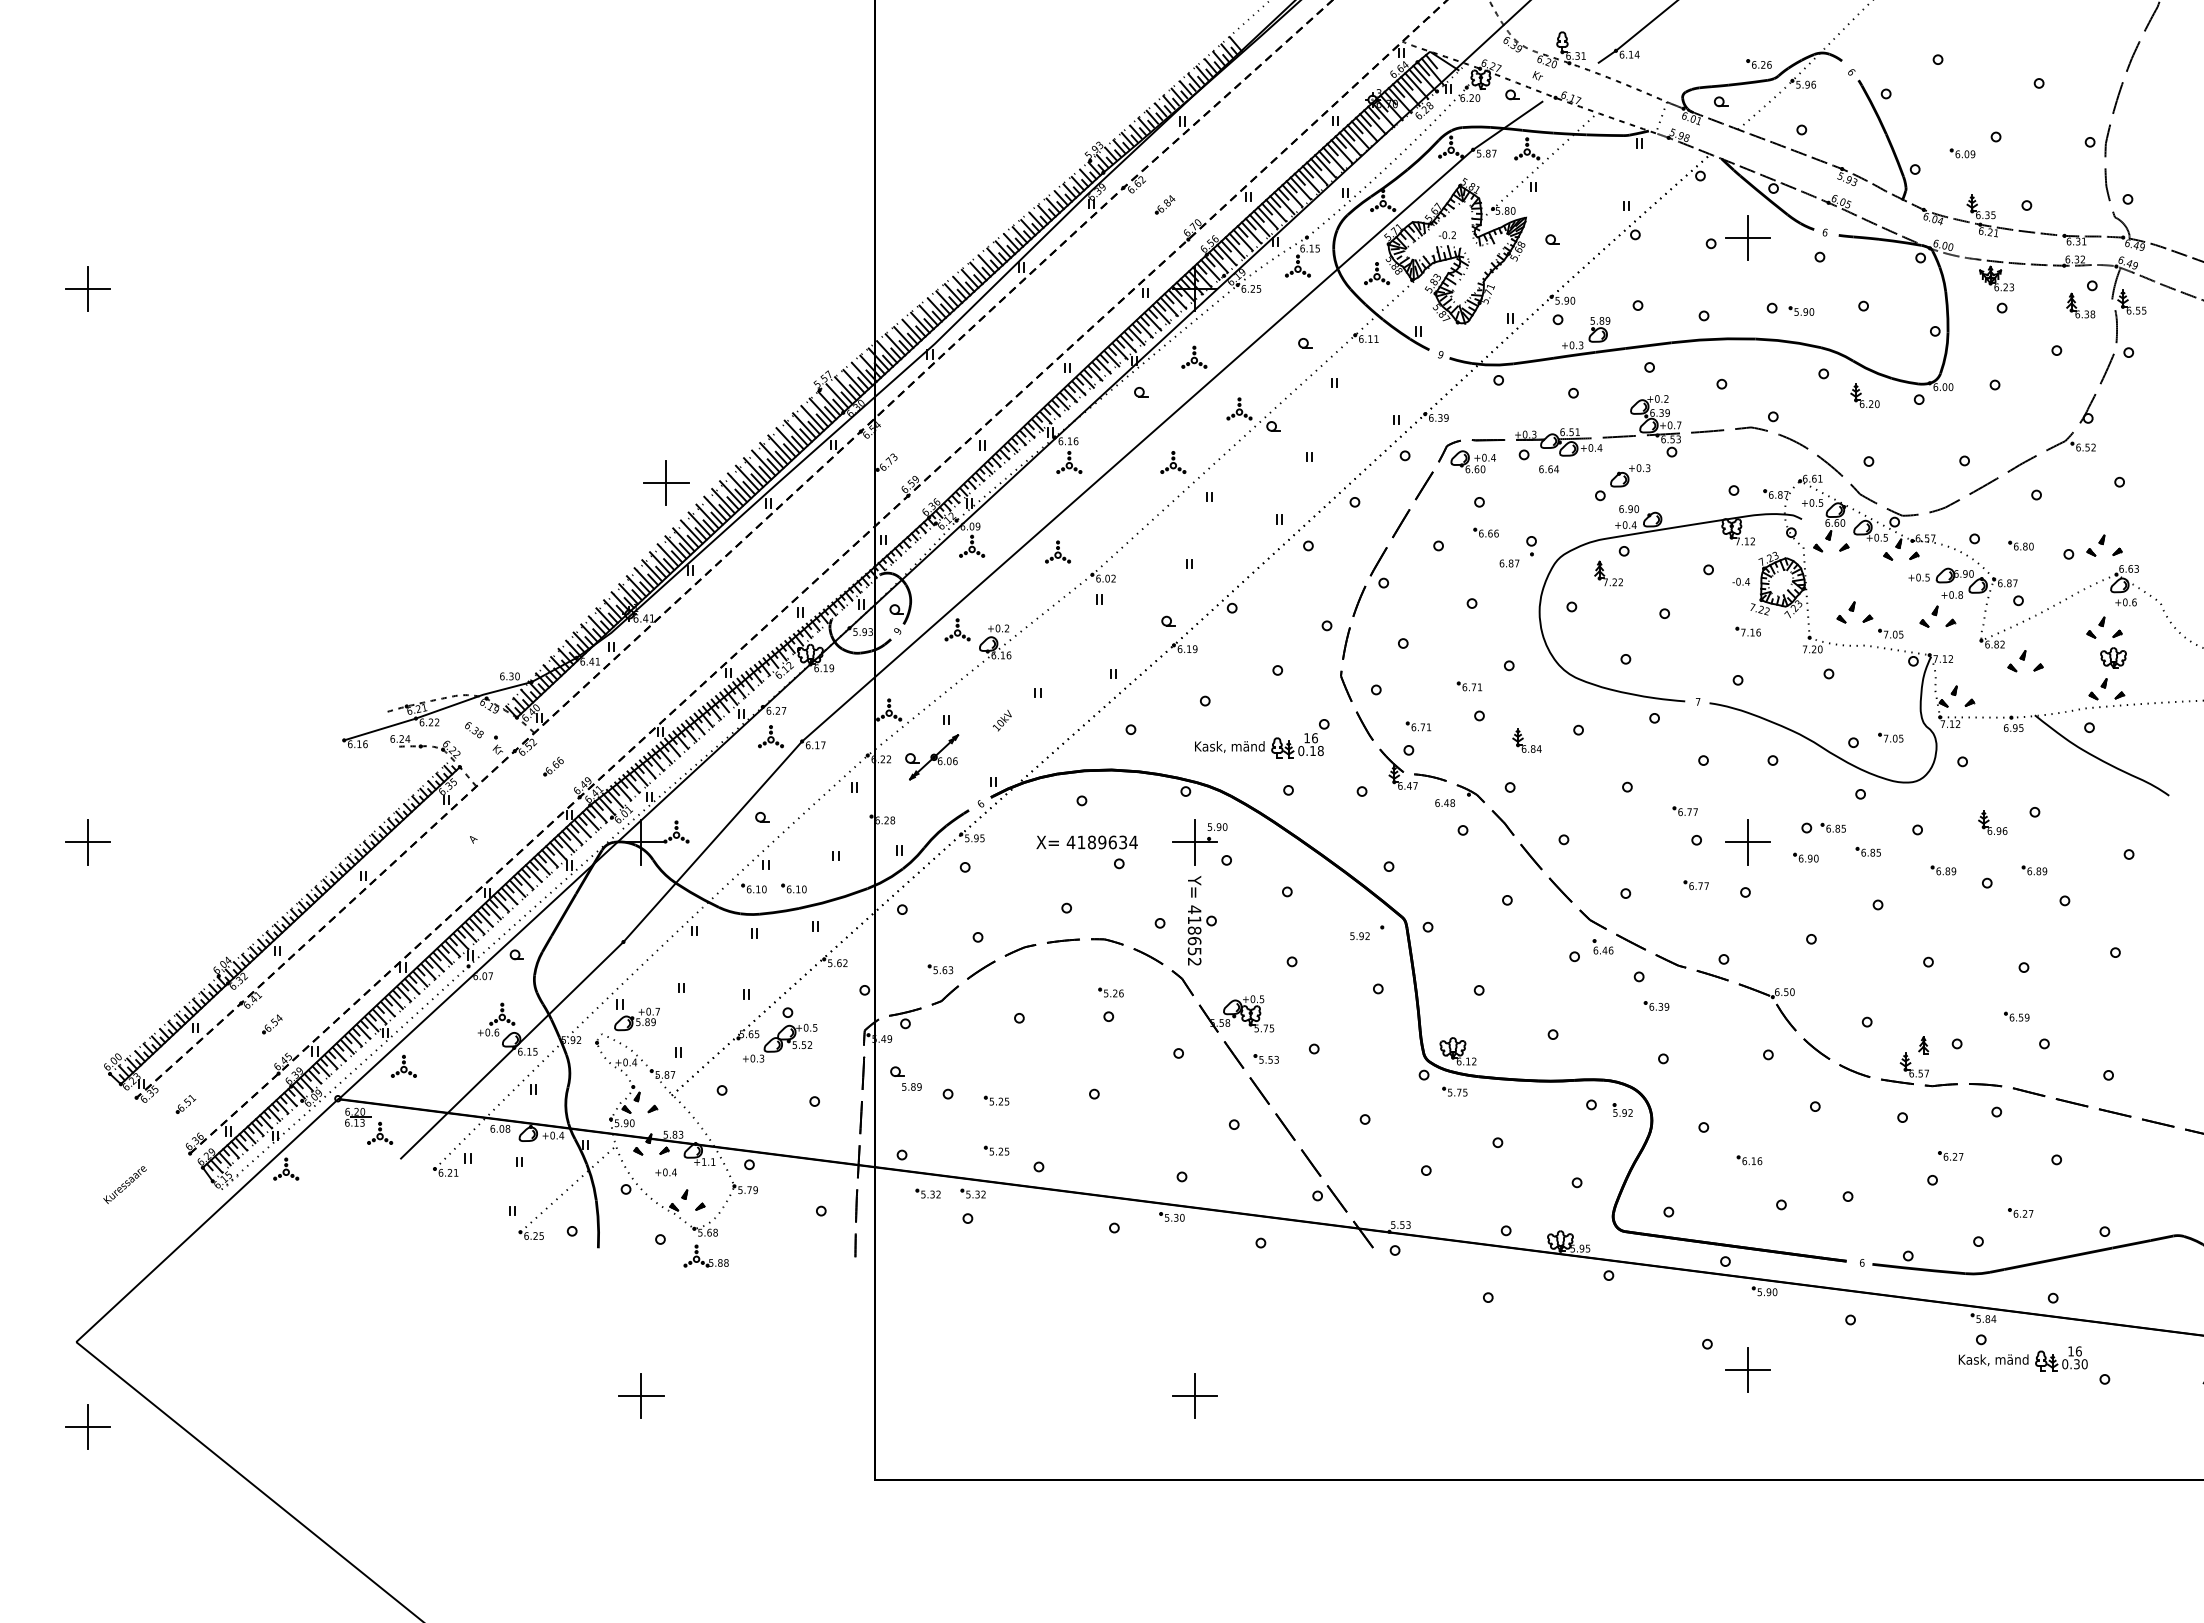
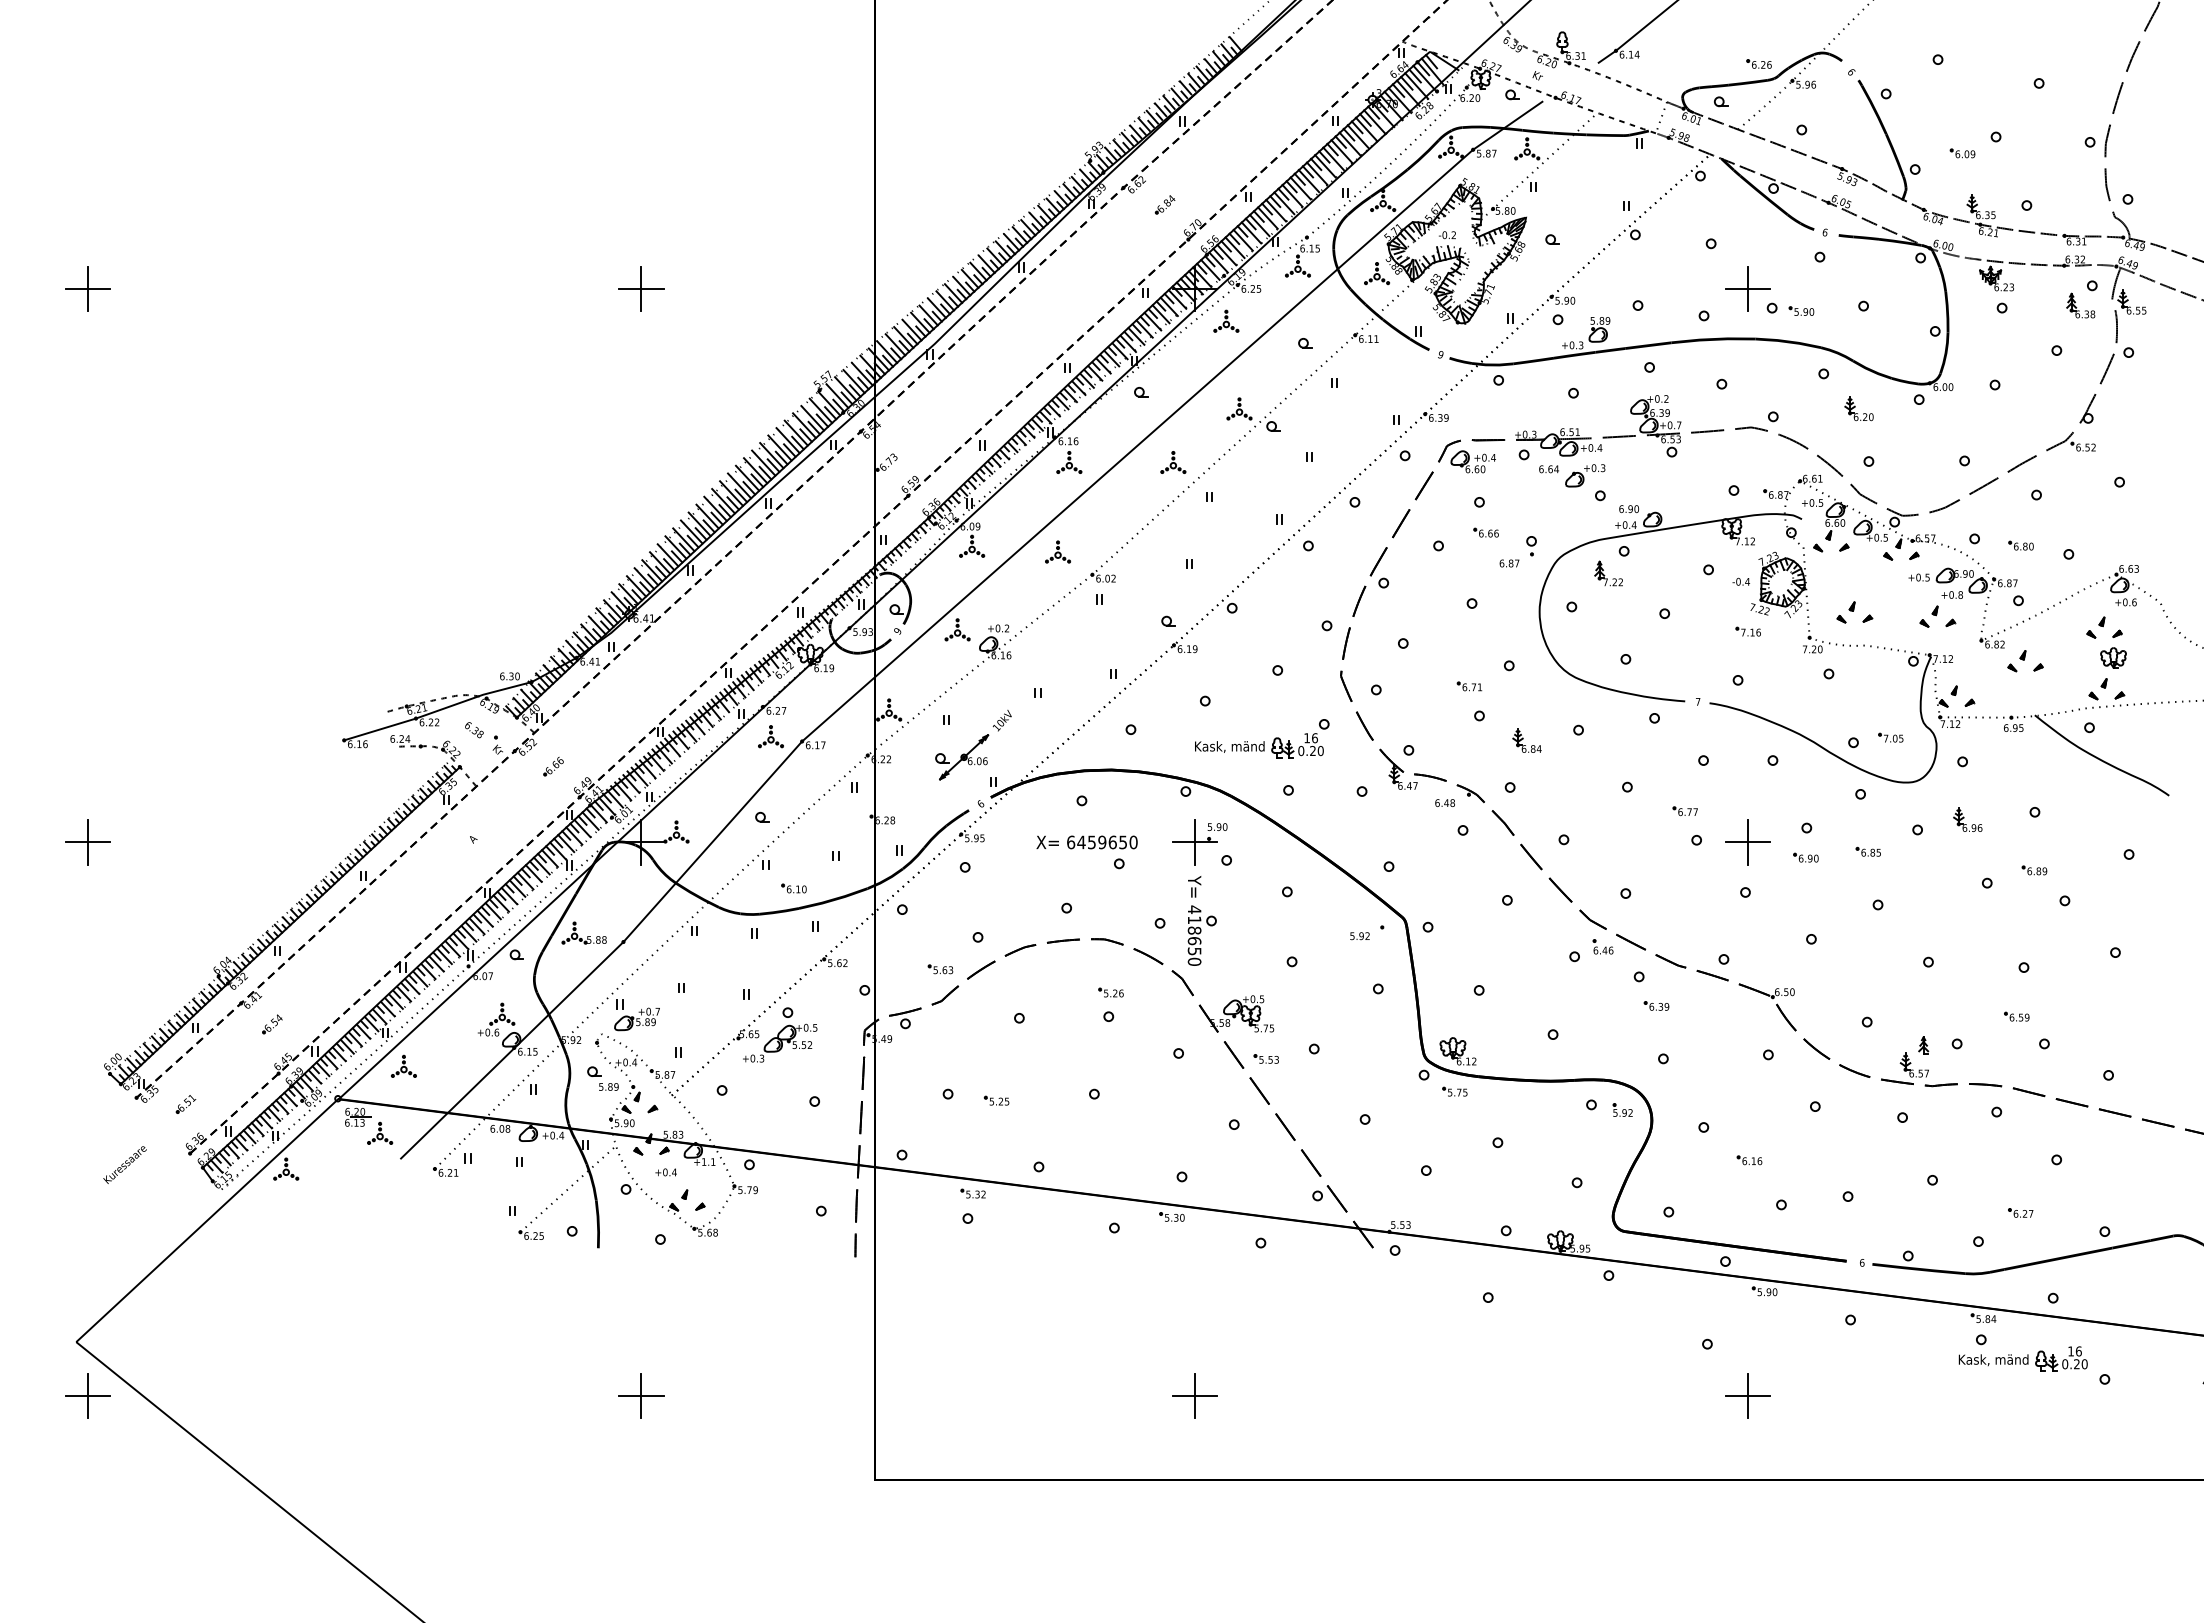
part at (1747, 237) position: (1747, 237) -> (1747, 288)
part at (1194, 356) position: (1194, 356) -> (1226, 320)
part at (1864, 395) position: (1864, 395) -> (1858, 408)
part at (1630, 475) position: (1630, 475) -> (1585, 475)
part at (666, 482) position: (666, 482) -> (641, 288)
part at (2104, 545): present -> none
part at (1890, 633): present -> none
part at (1418, 726): present -> none
text at (1316, 750): 0.18 -> 0.20
part at (932, 757) position: (932, 757) -> (962, 757)
part at (1992, 822) position: (1992, 822) -> (1967, 819)
part at (1832, 827): present -> none
text at (1101, 842): 4189634 -> 6459650
part at (1943, 870): present -> none
part at (1695, 885): present -> none
part at (753, 888): present -> none
text at (1194, 961): 418652 -> 418650
part at (905, 1078) position: (905, 1078) -> (602, 1078)
part at (996, 1150): present -> none
part at (1950, 1155): present -> none
text at (124, 1184) position: (124, 1184) -> (124, 1164)
part at (927, 1193): present -> none
part at (705, 1255) position: (705, 1255) -> (583, 932)
text at (2076, 1364): 0.30 -> 0.20
part at (1747, 1369) position: (1747, 1369) -> (1747, 1395)
part at (87, 1426) position: (87, 1426) -> (87, 1395)
